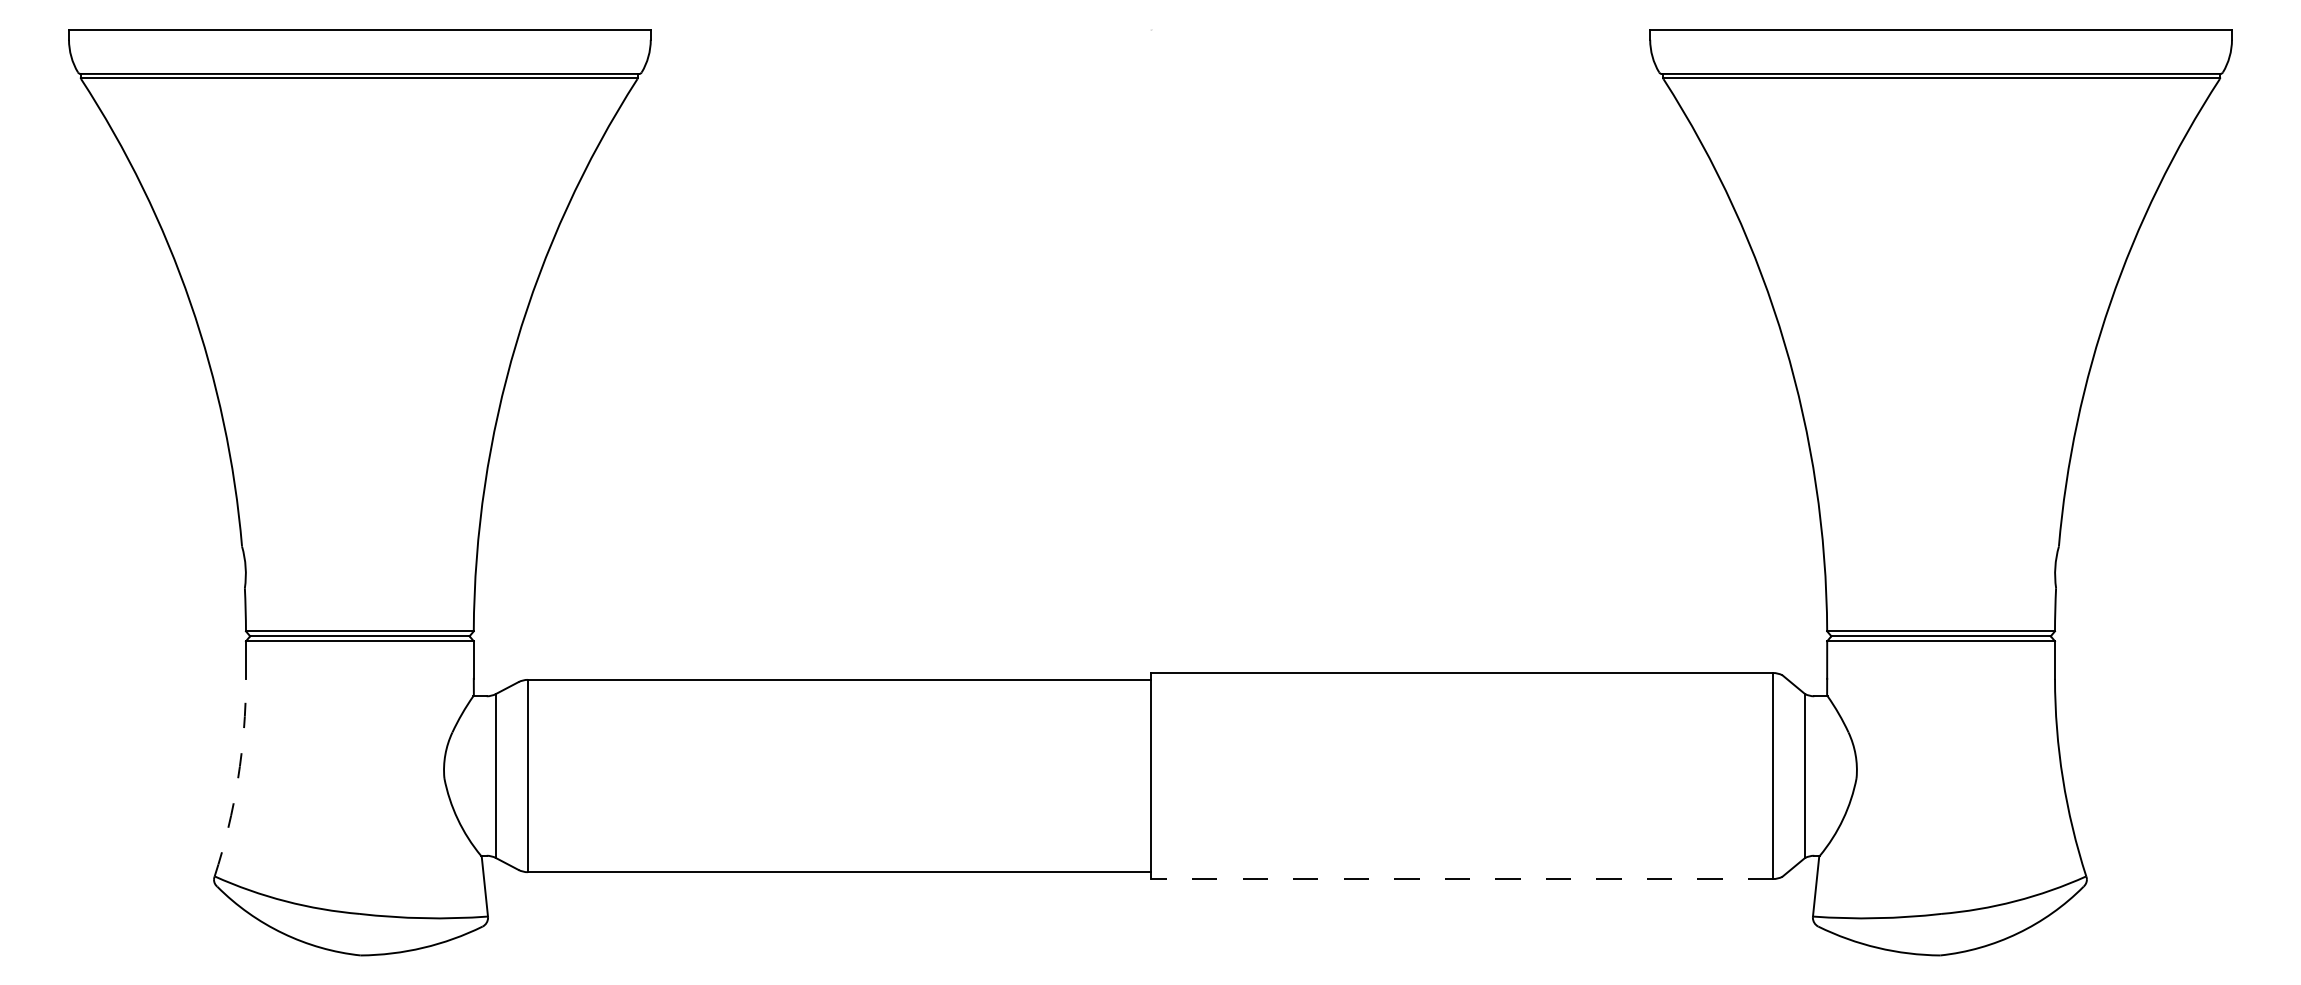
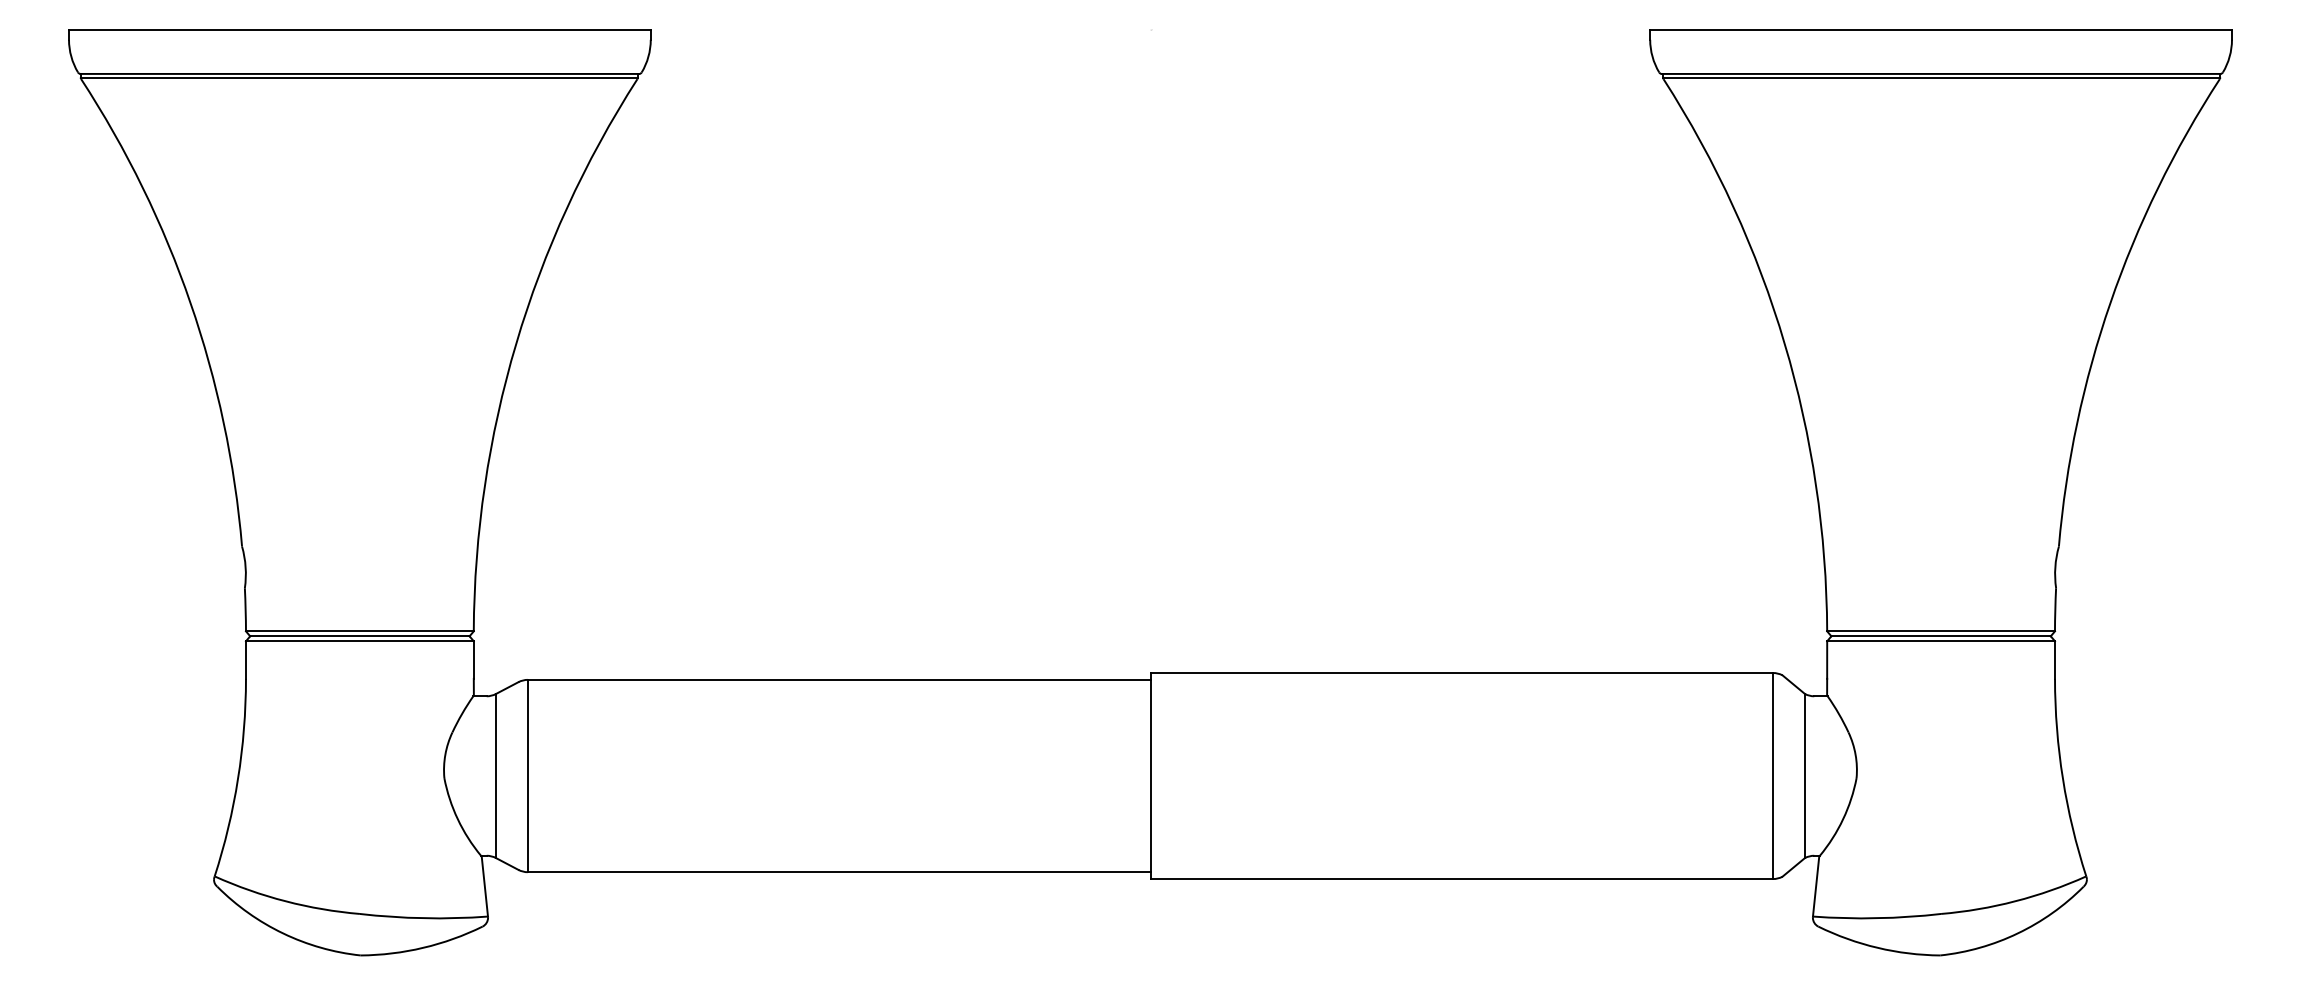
arc at (238, 778): dashed -> solid
line at (1461, 879): dashed -> solid
